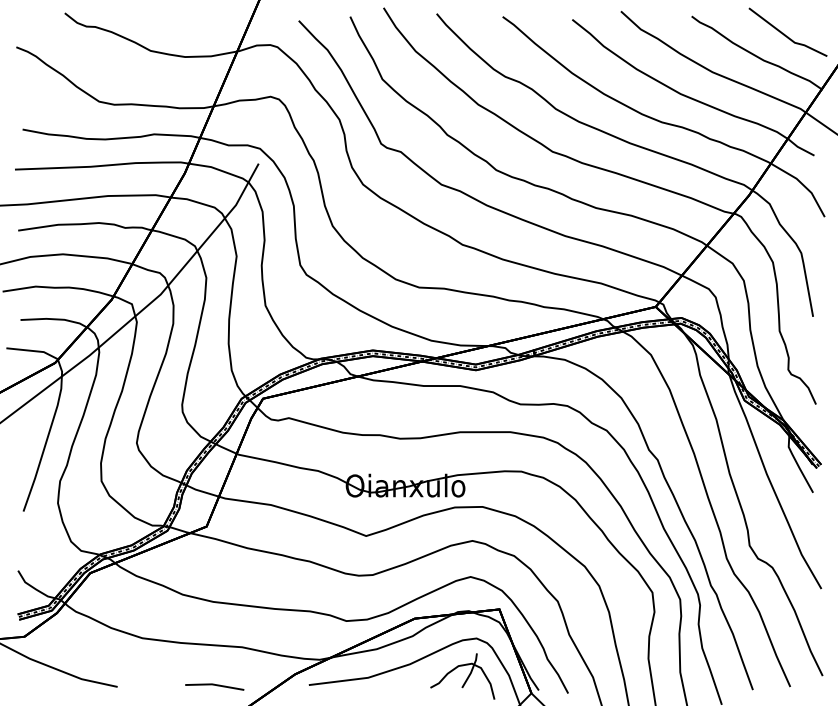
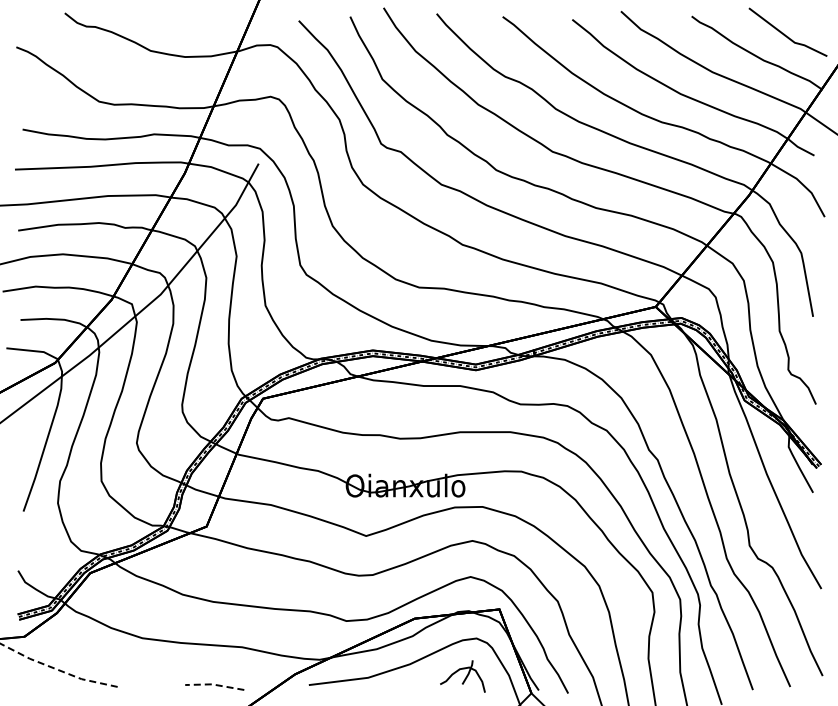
line at (56, 669): solid -> dashed
part at (462, 676) size: 66x47 px -> 46x33 px
line at (214, 684): solid -> dashed
